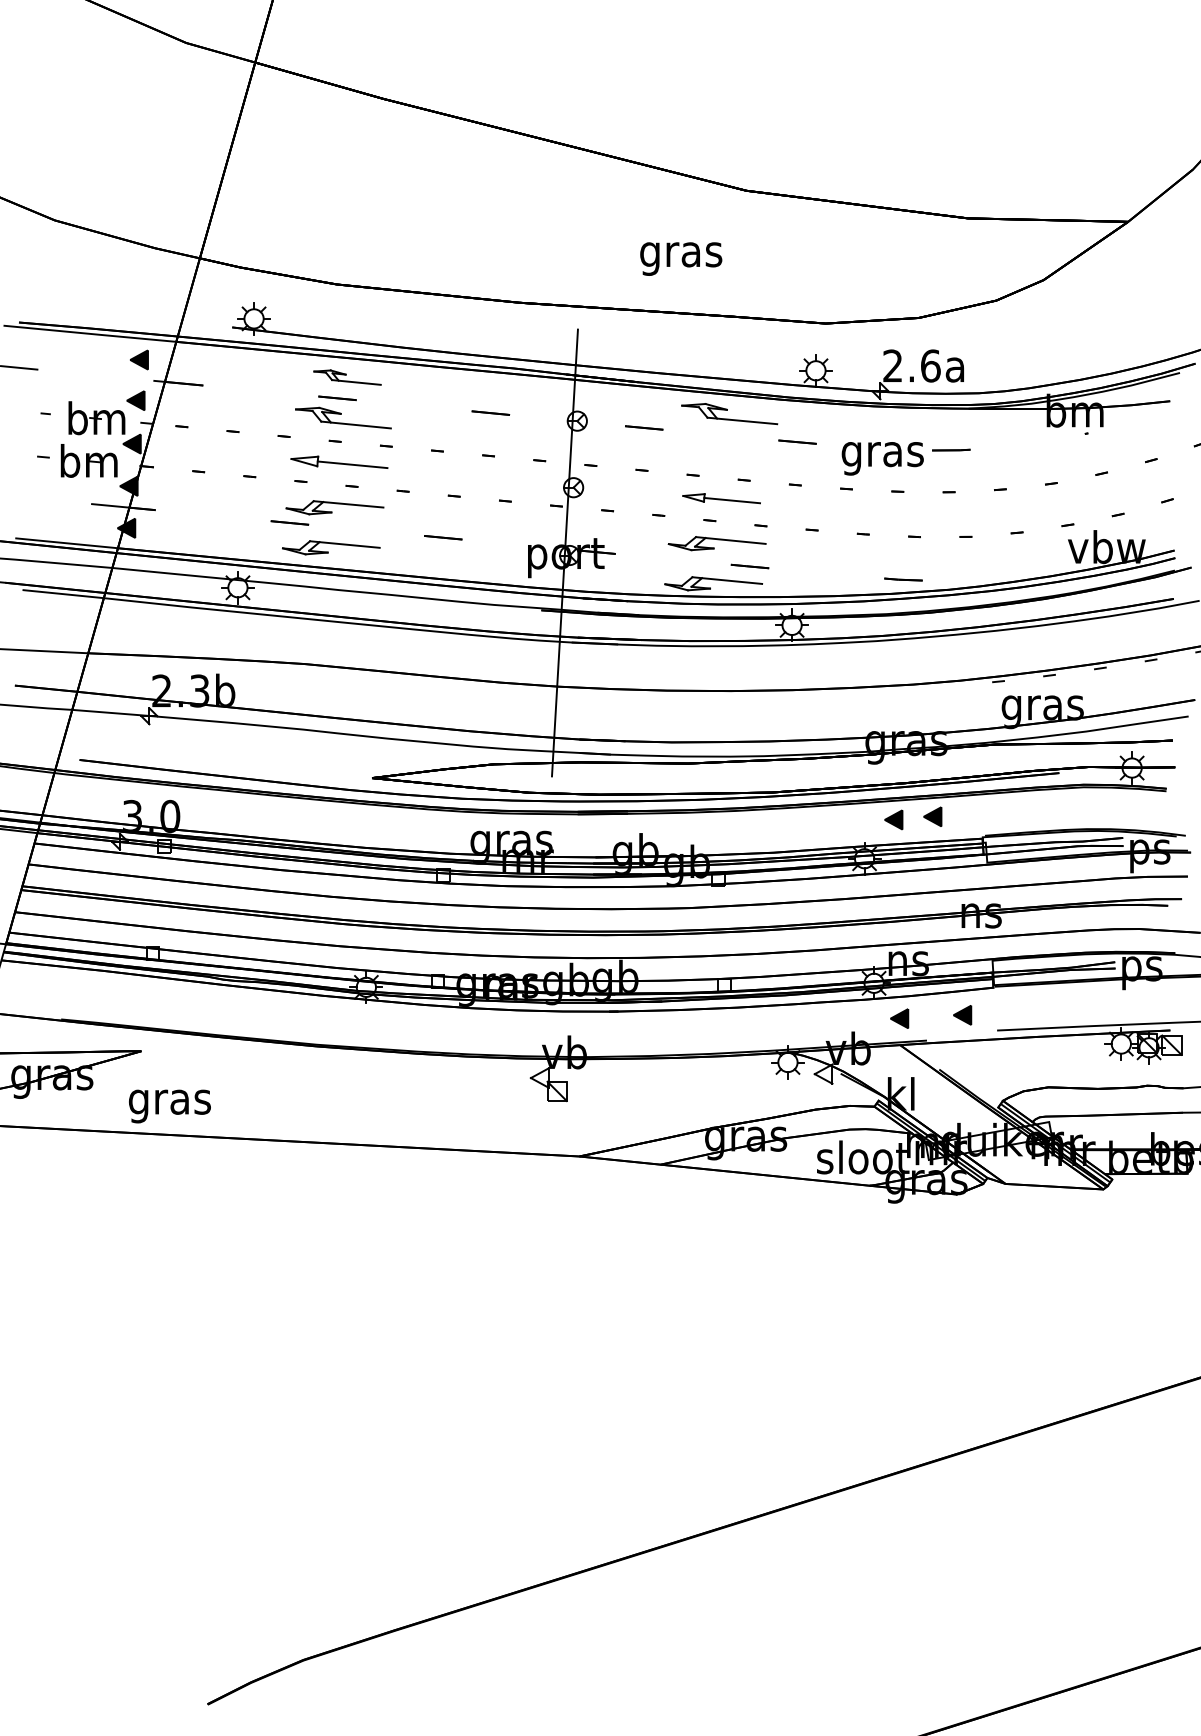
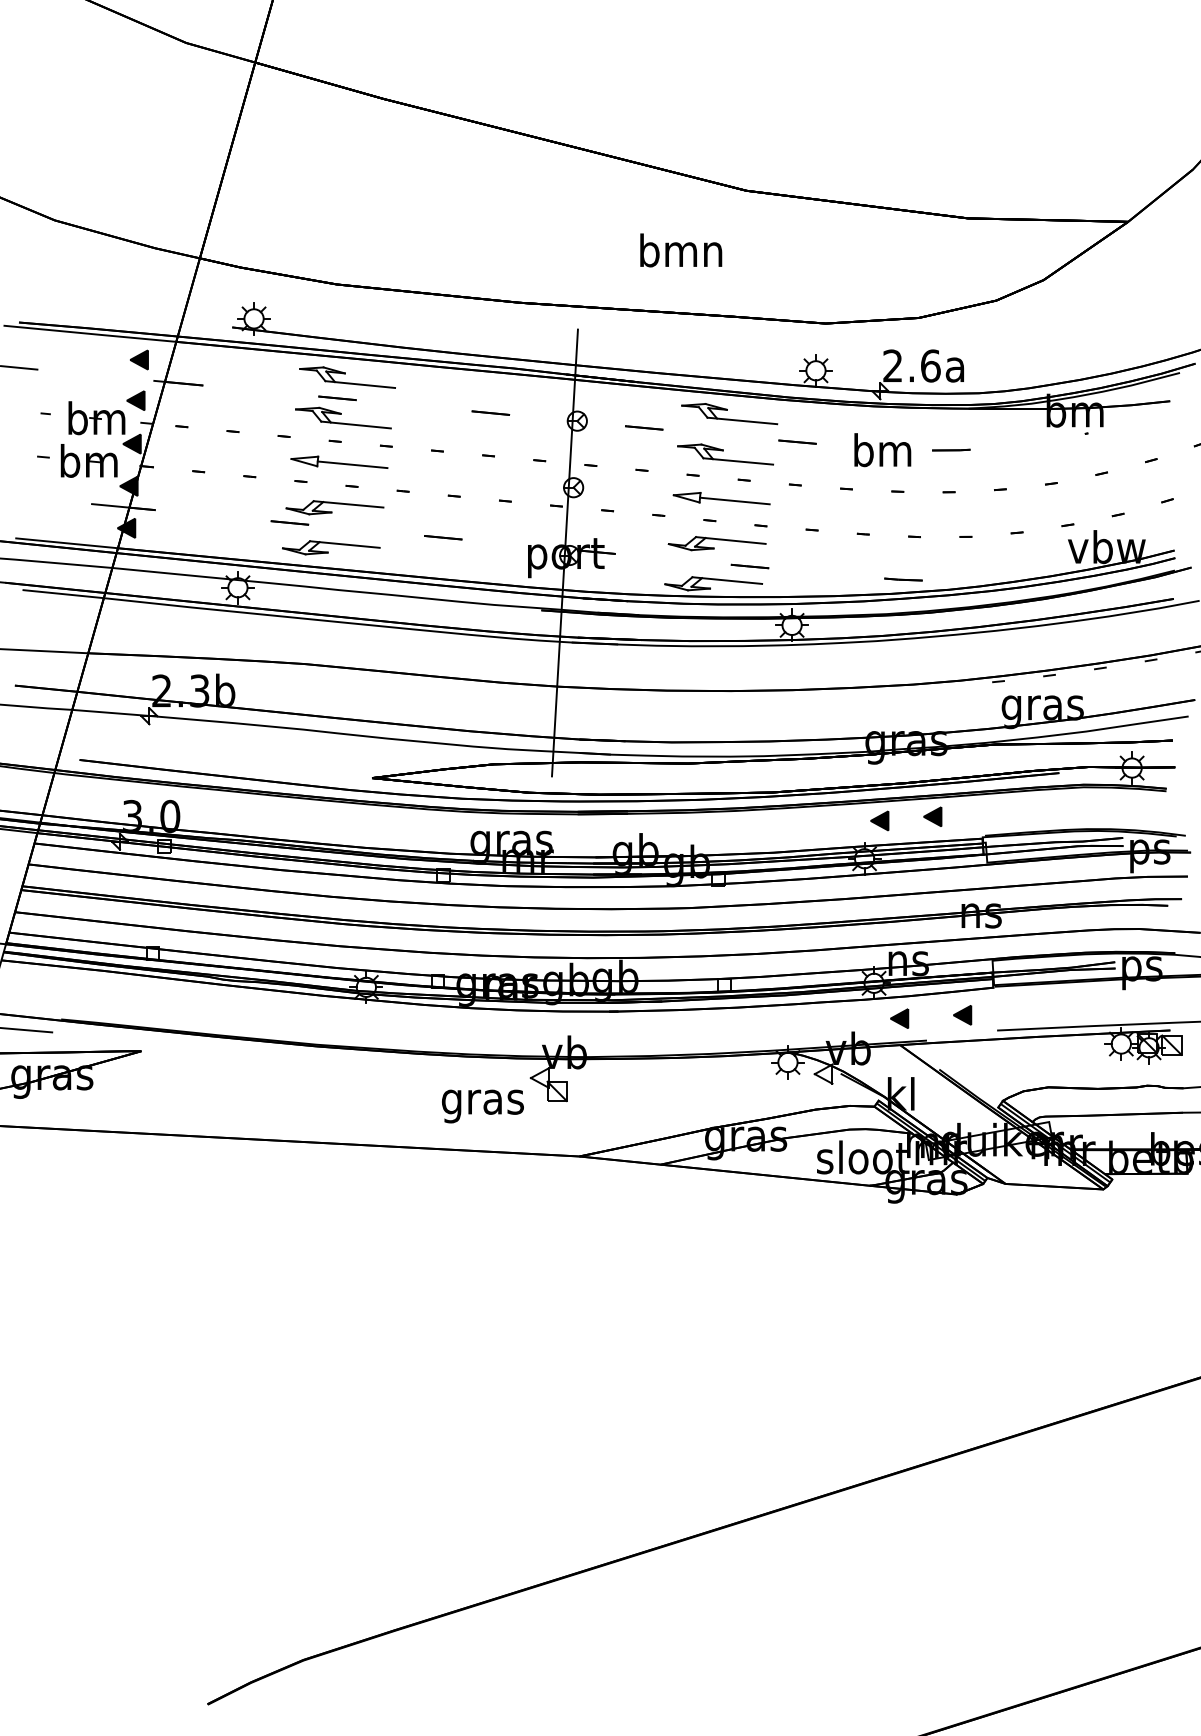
text at (681, 254): gras -> bmn
part at (347, 377) size: 69x17 px -> 97x23 px
part at (725, 454): none -> present
text at (882, 454): gras -> bm
part at (721, 498) size: 79x12 px -> 99x14 px
part at (893, 819) position: (893, 819) -> (879, 820)
line at (27, 1030): none -> present
text at (169, 1106) position: (169, 1106) -> (482, 1106)
